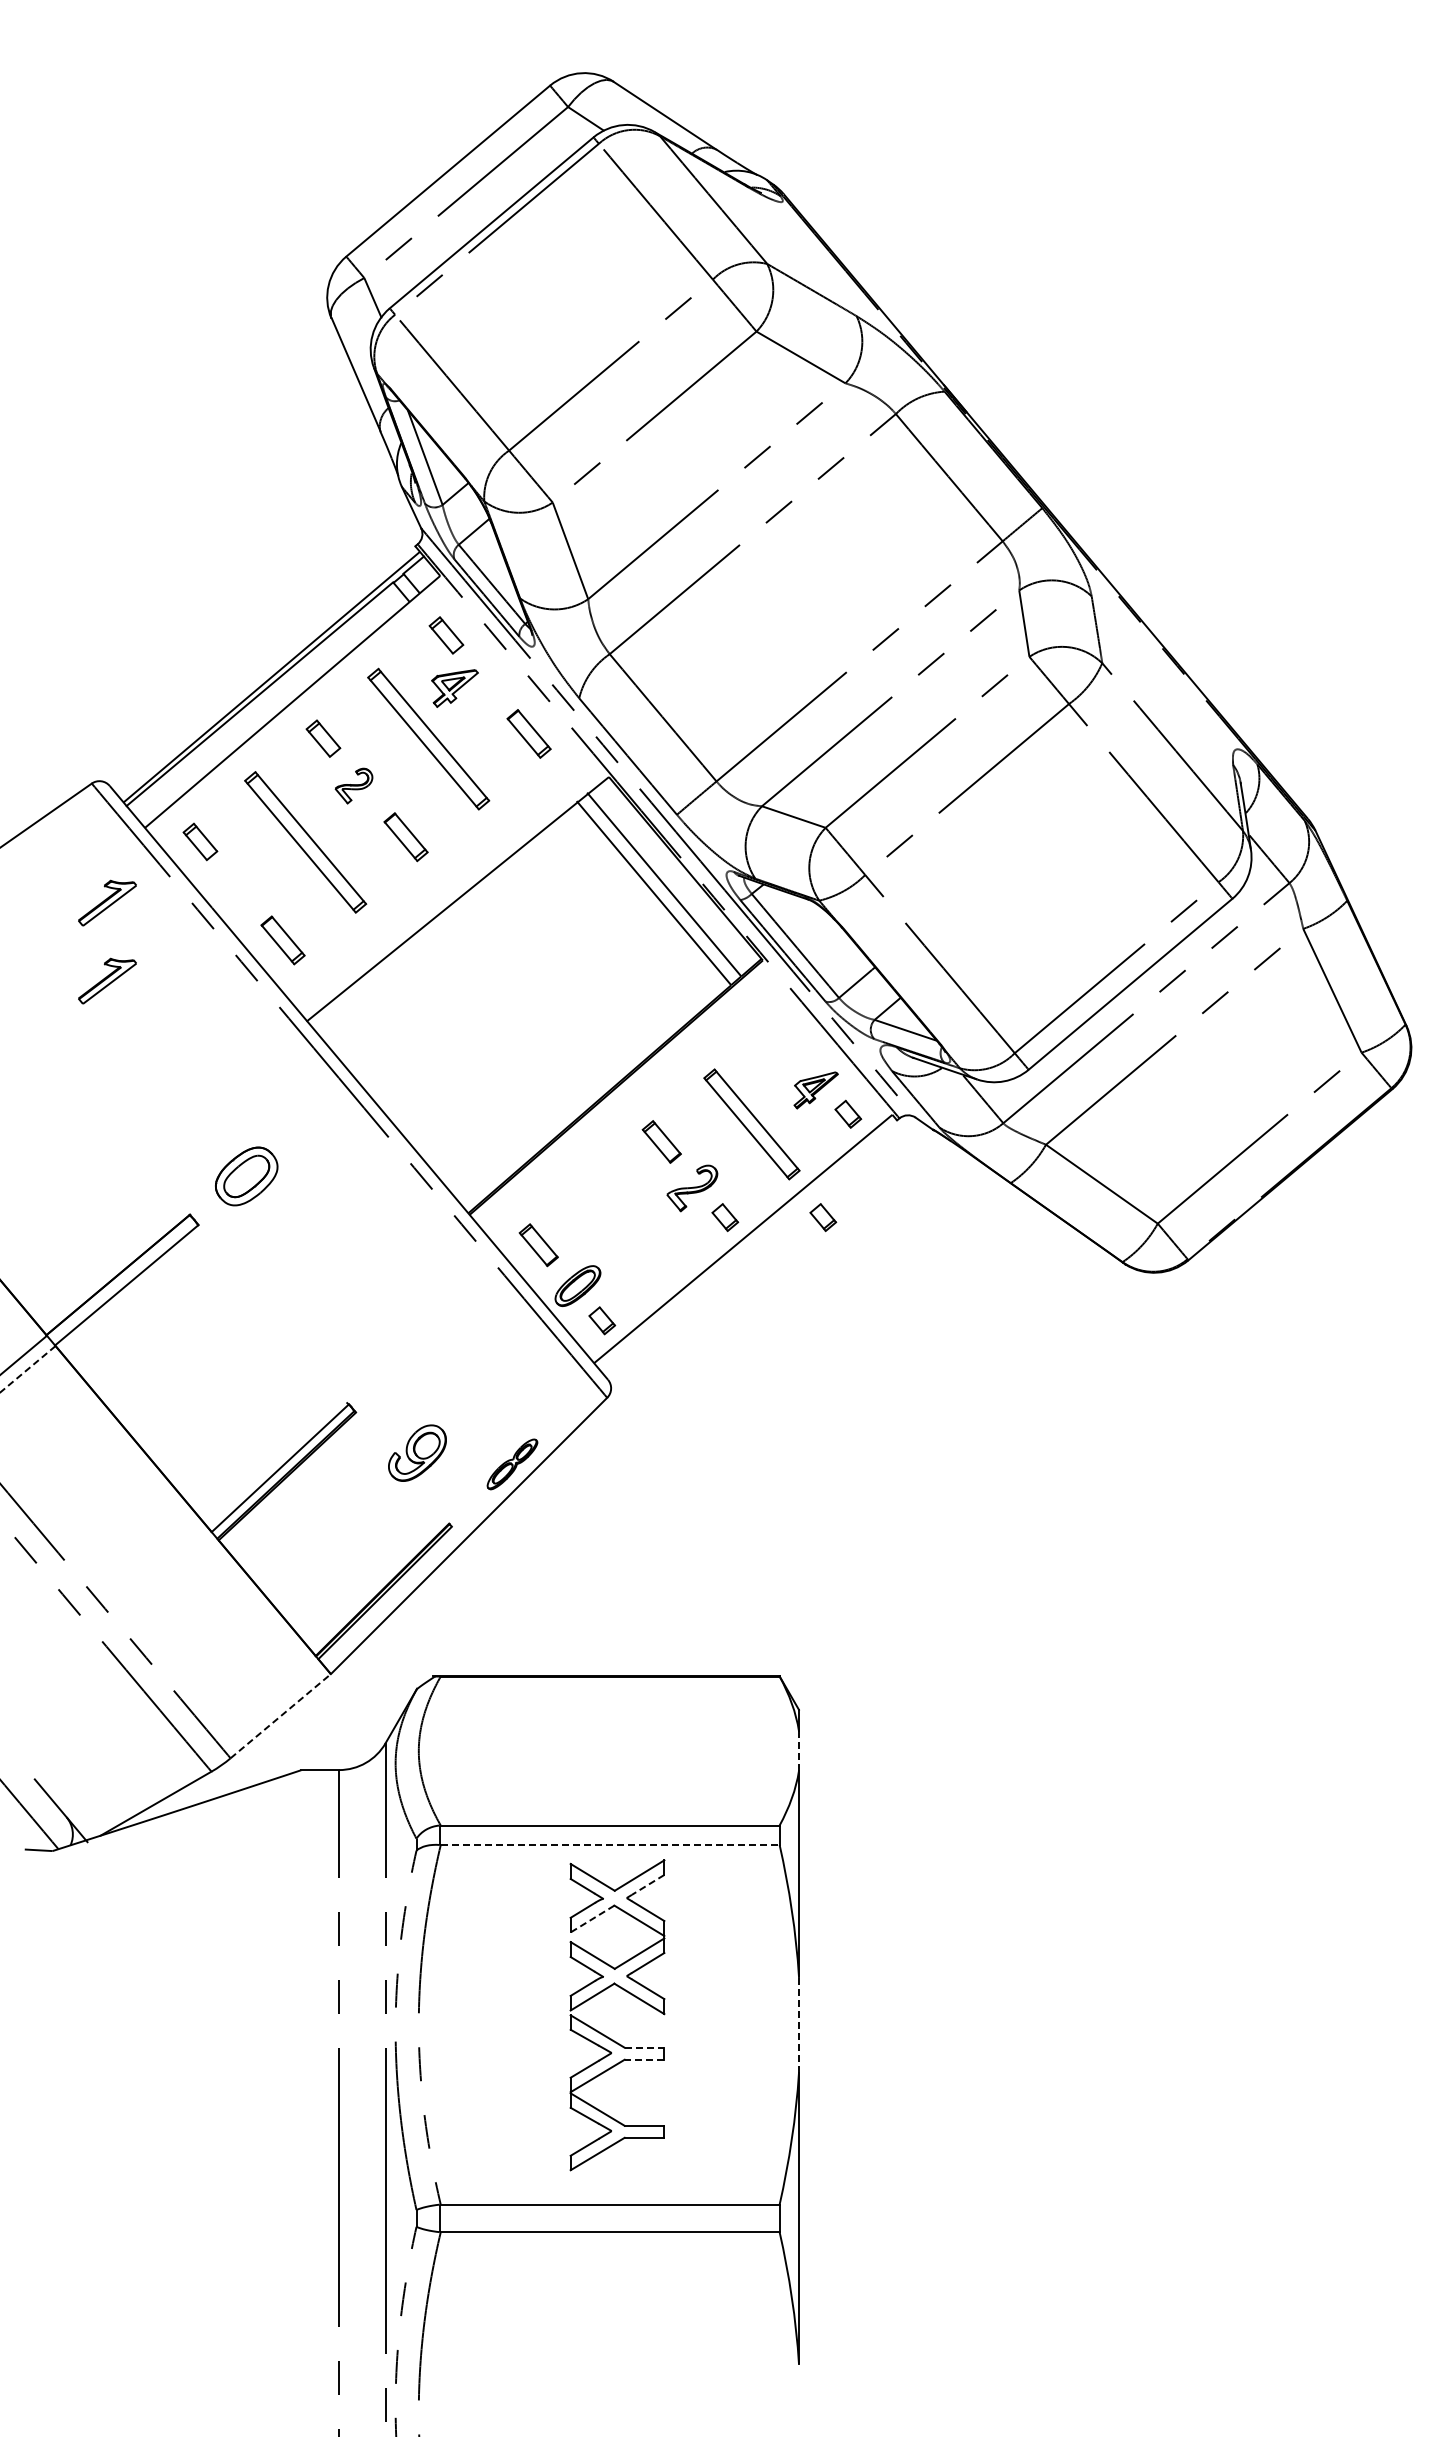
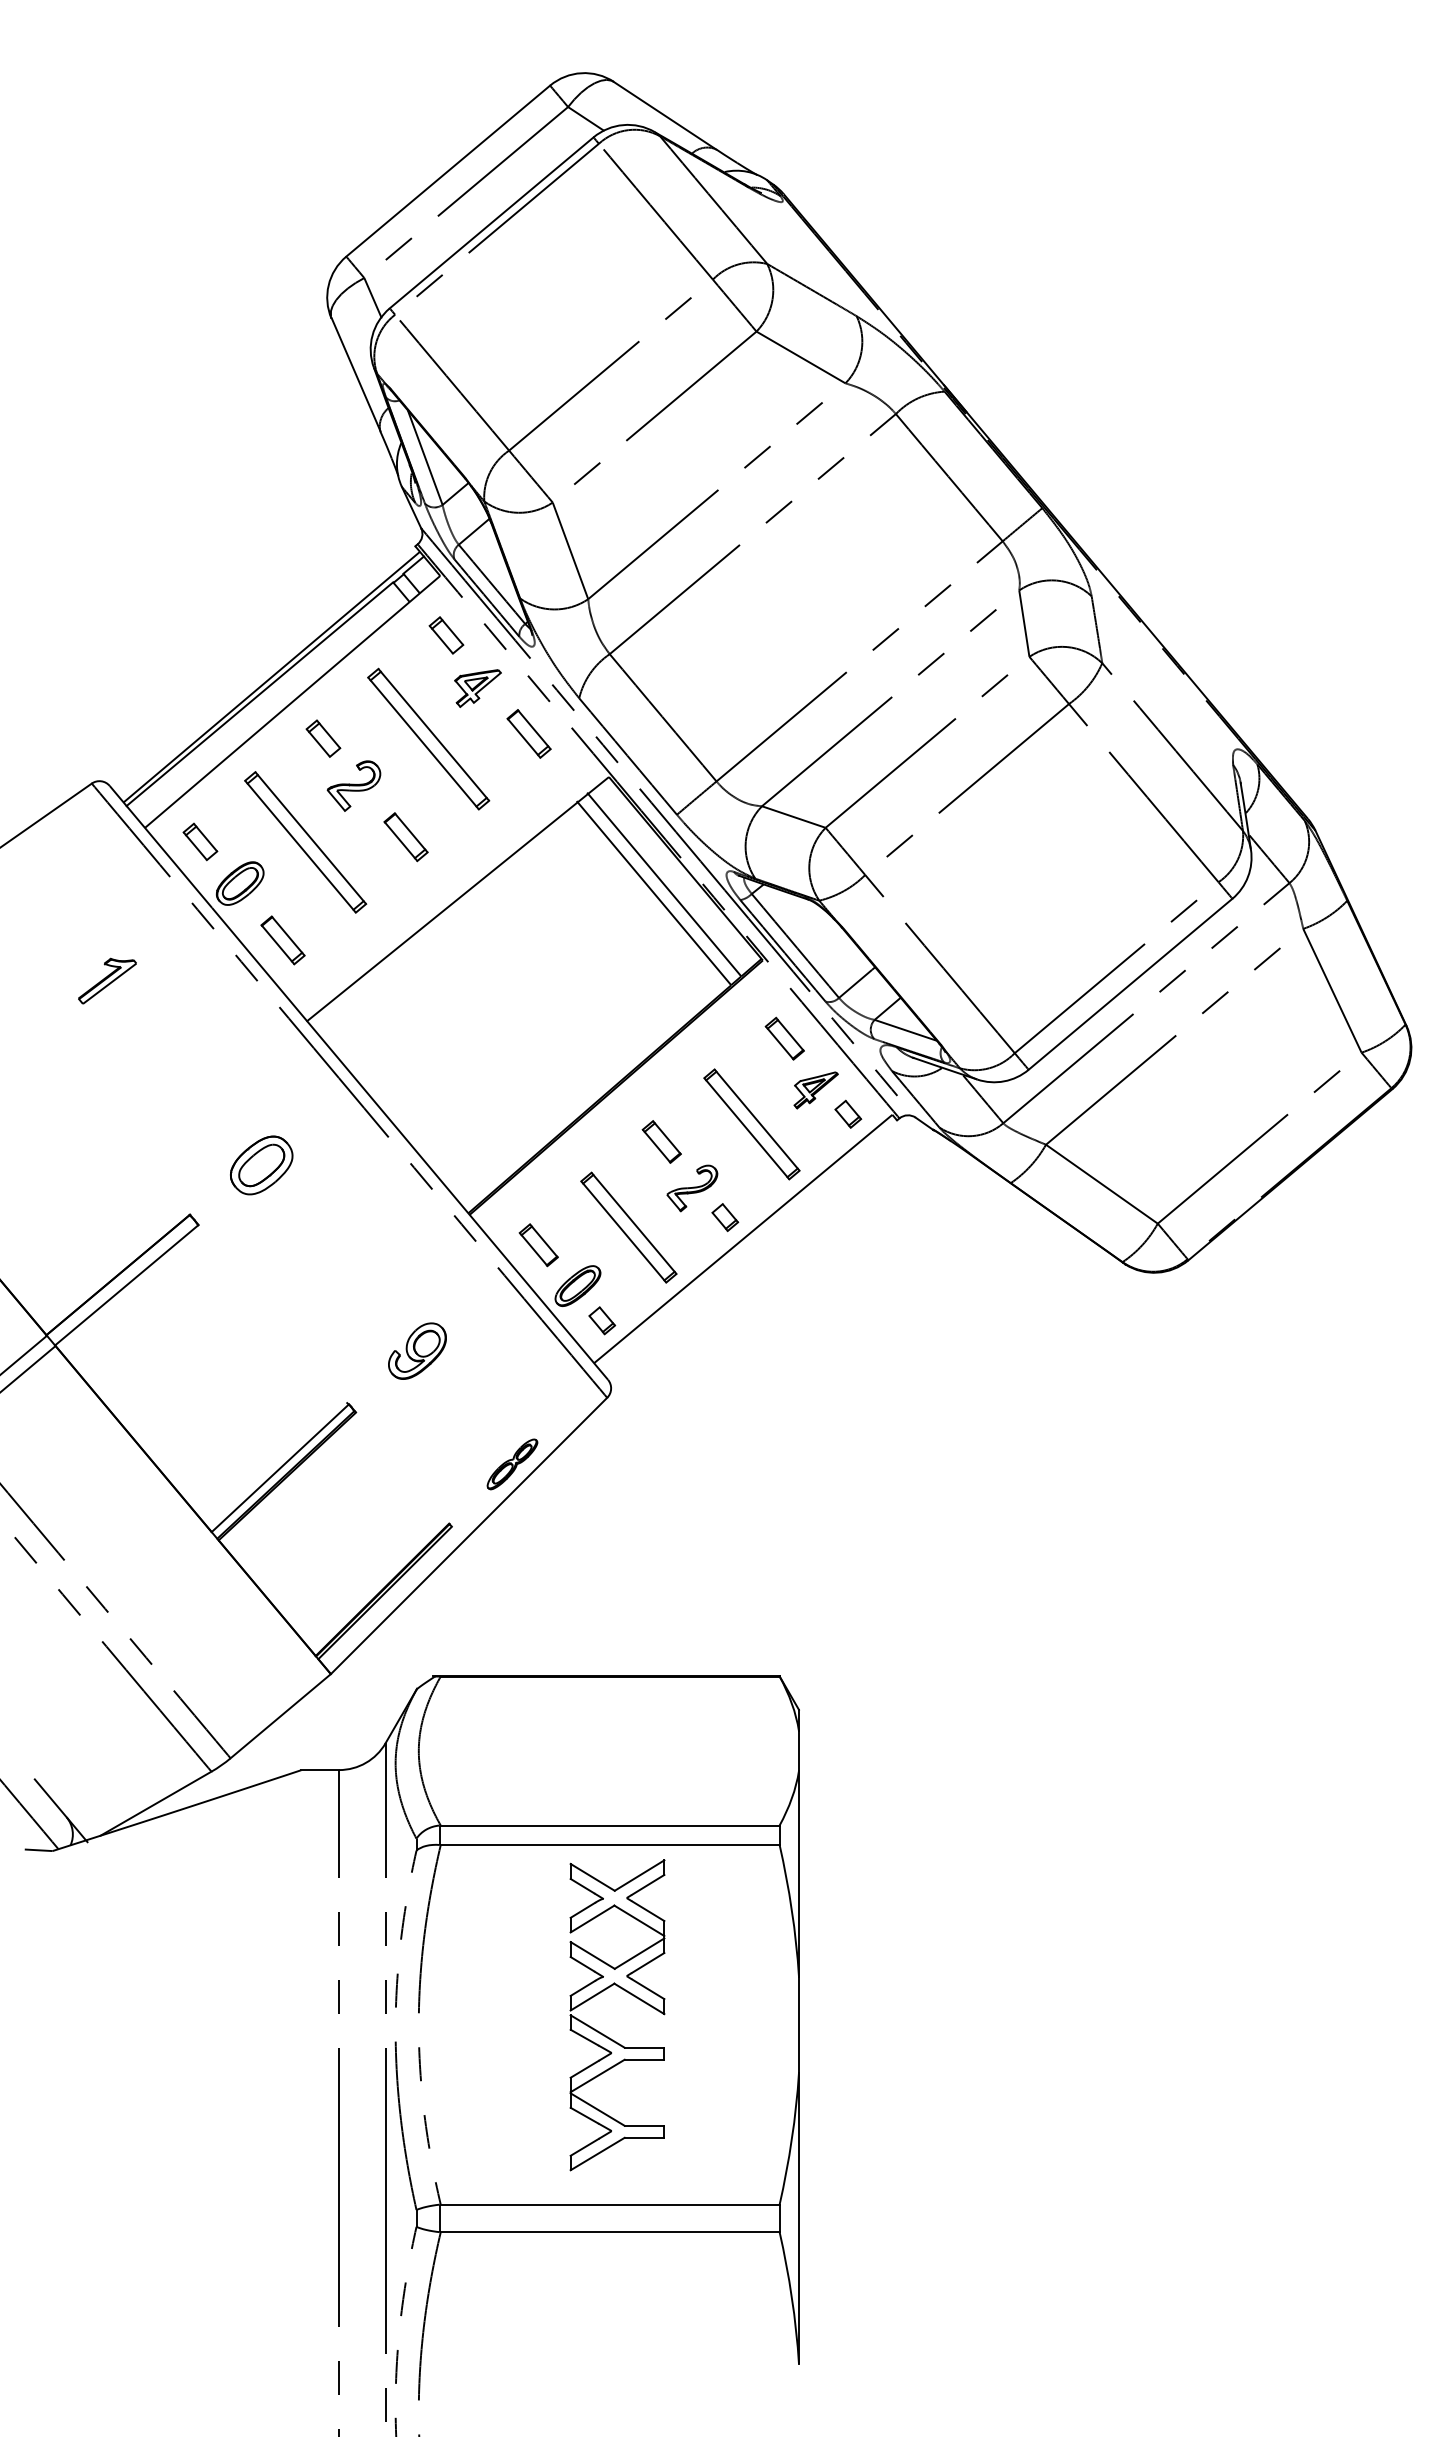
part at (454, 688) position: (454, 688) -> (477, 688)
part at (353, 785) size: 40x38 px -> 56x52 px
part at (239, 883): none -> present
part at (107, 902): present -> none
part at (784, 1038): none -> present
part at (246, 1176) position: (246, 1176) -> (261, 1165)
part at (823, 1217): present -> none
part at (628, 1227): none -> present
line at (28, 1369): dashed -> solid
part at (417, 1452) position: (417, 1452) -> (417, 1350)
line at (281, 1715): dashed -> solid
line at (798, 1751): dashed -> solid
line at (610, 1845): dashed -> solid
line at (647, 1885): dashed -> solid
line at (592, 1919): dashed -> solid
line at (798, 2024): dashed -> solid
line at (644, 2047): dashed -> solid
line at (644, 2059): dashed -> solid
